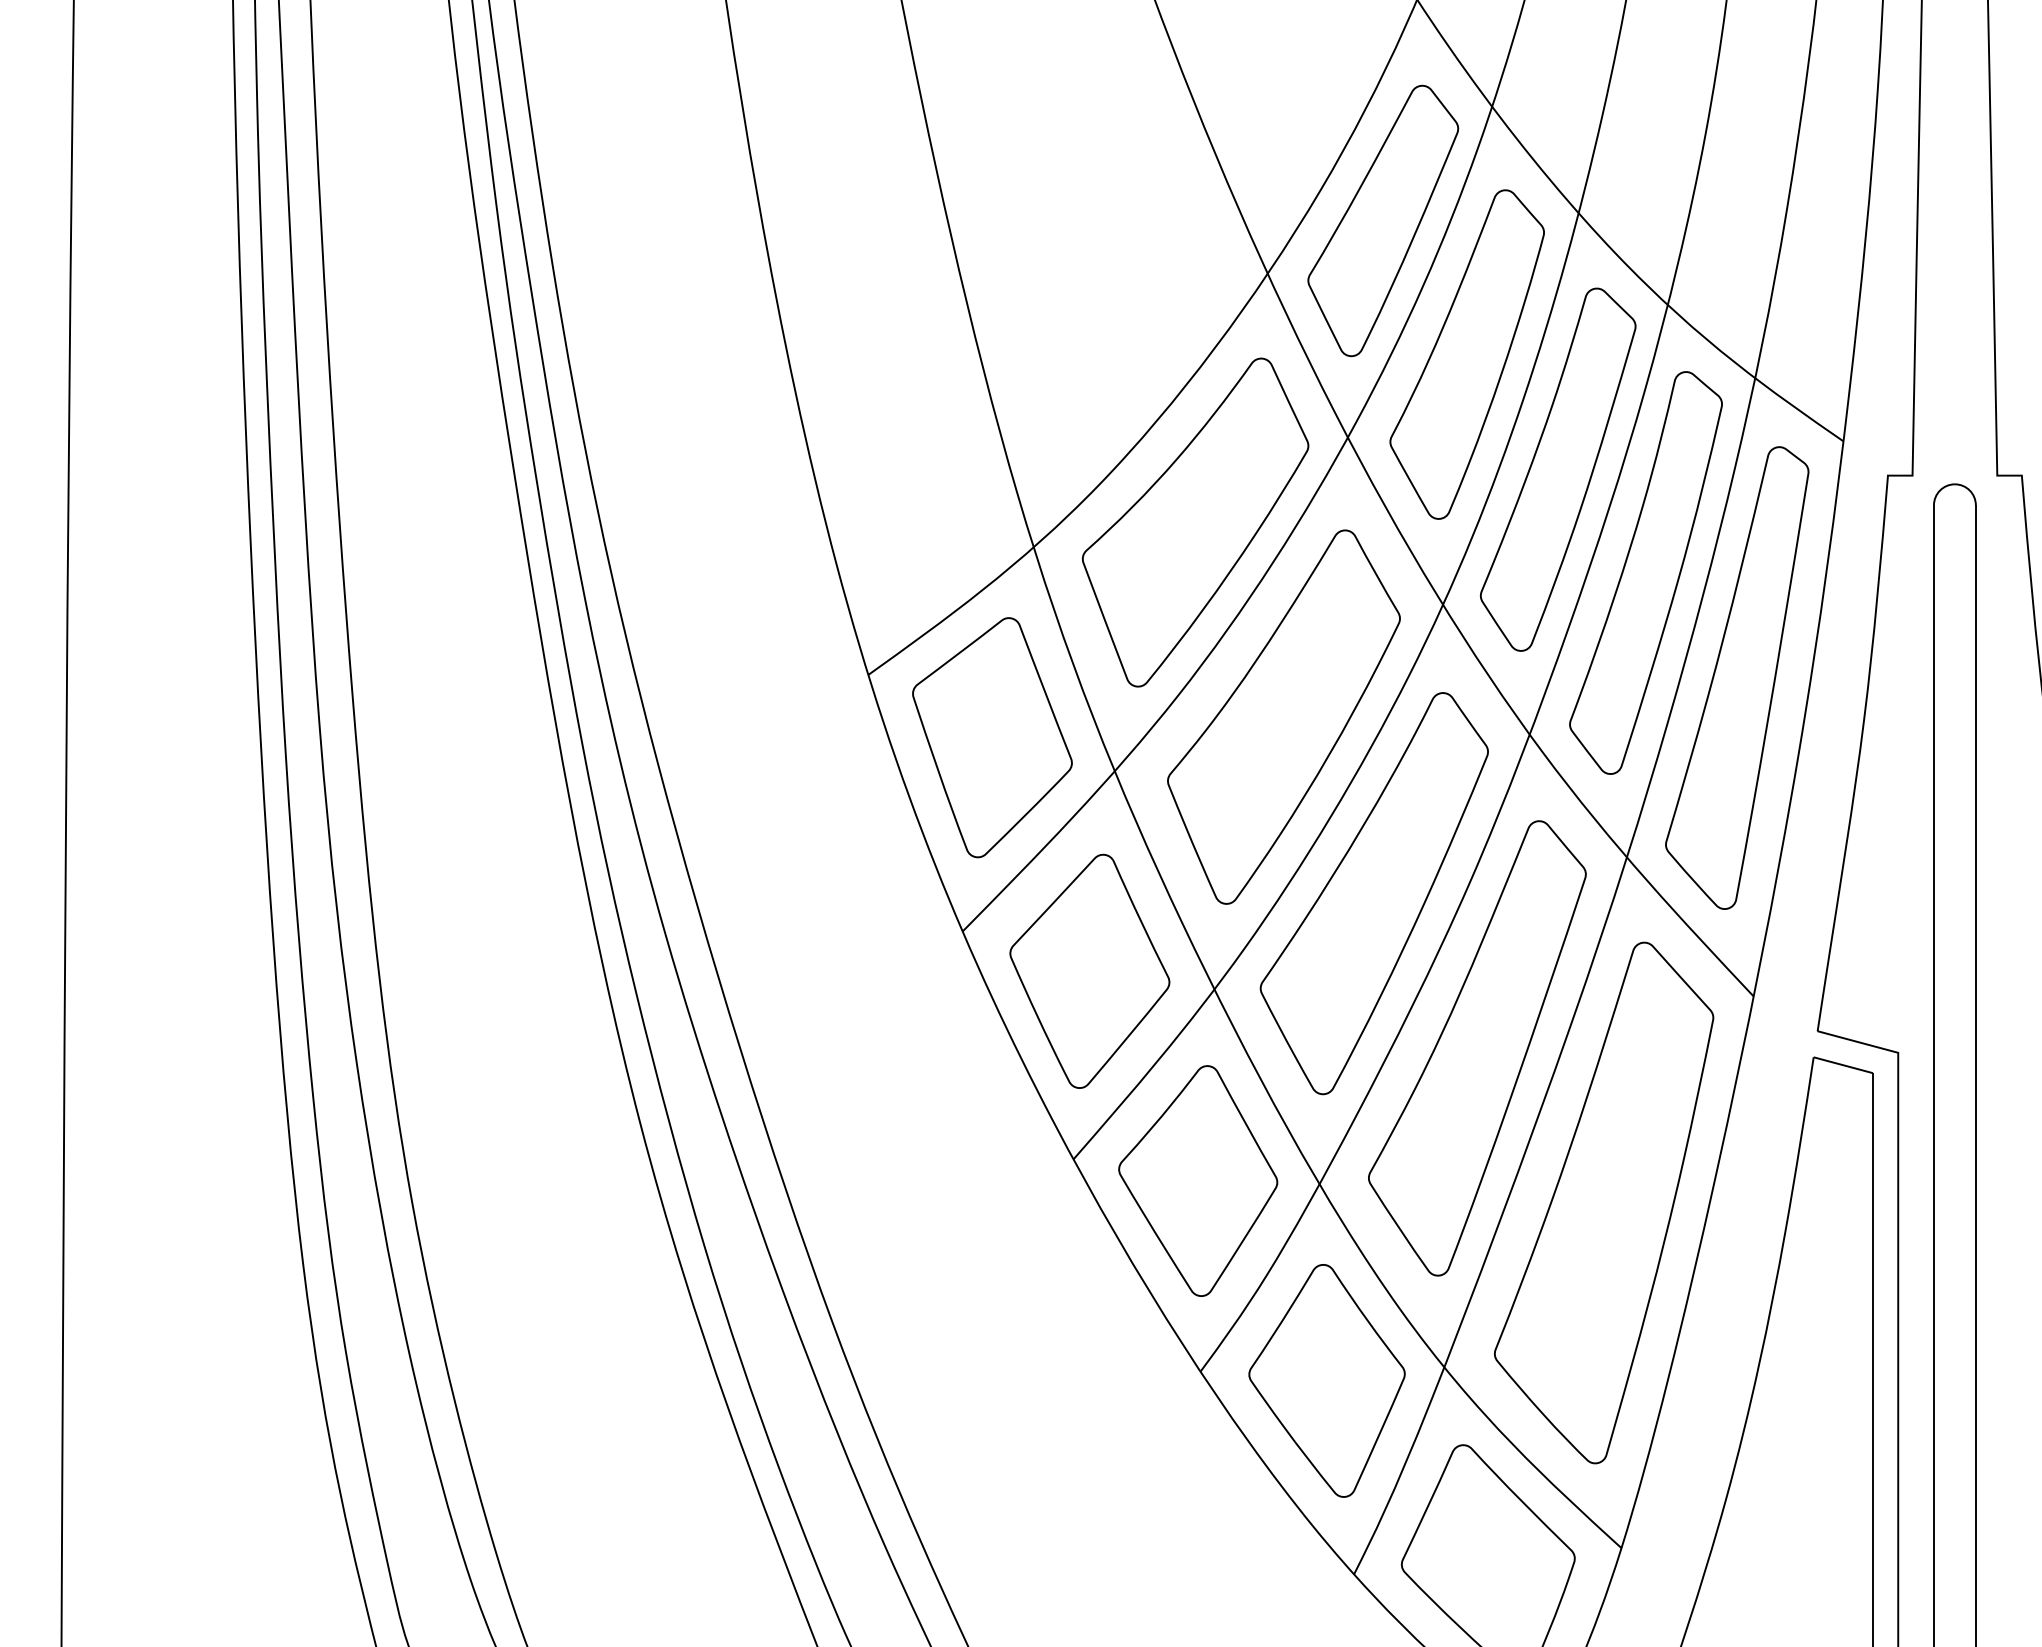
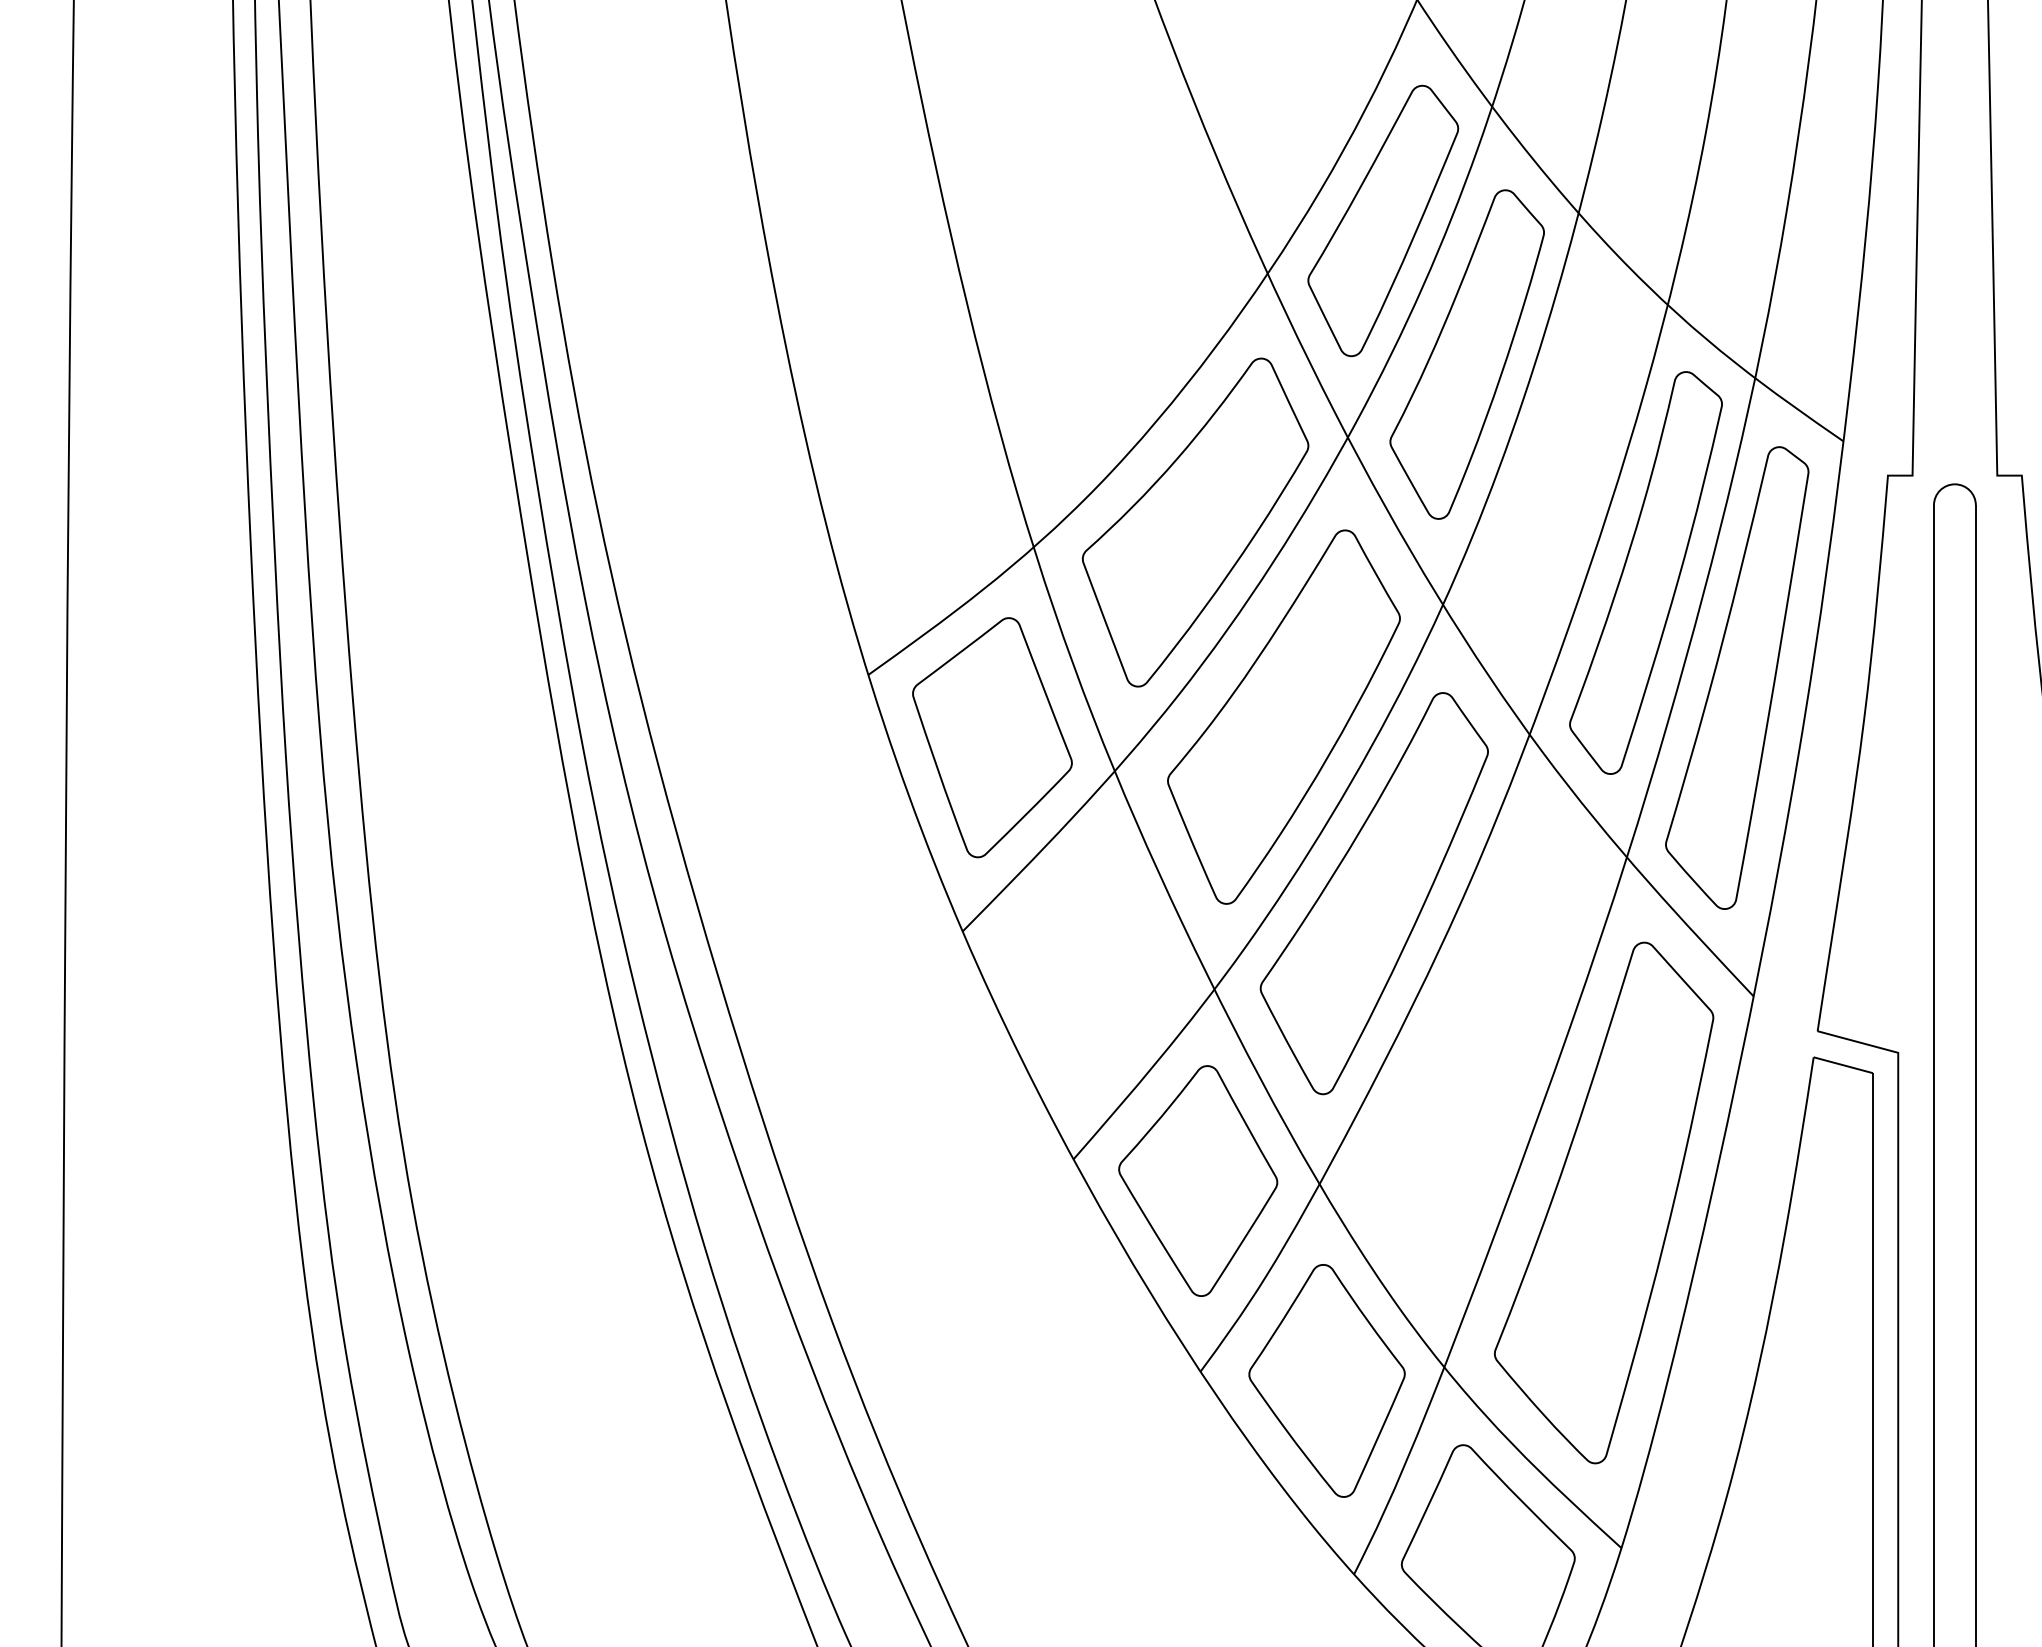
part at (1557, 469): present -> none
part at (1089, 970): present -> none
part at (1477, 1048): present -> none
